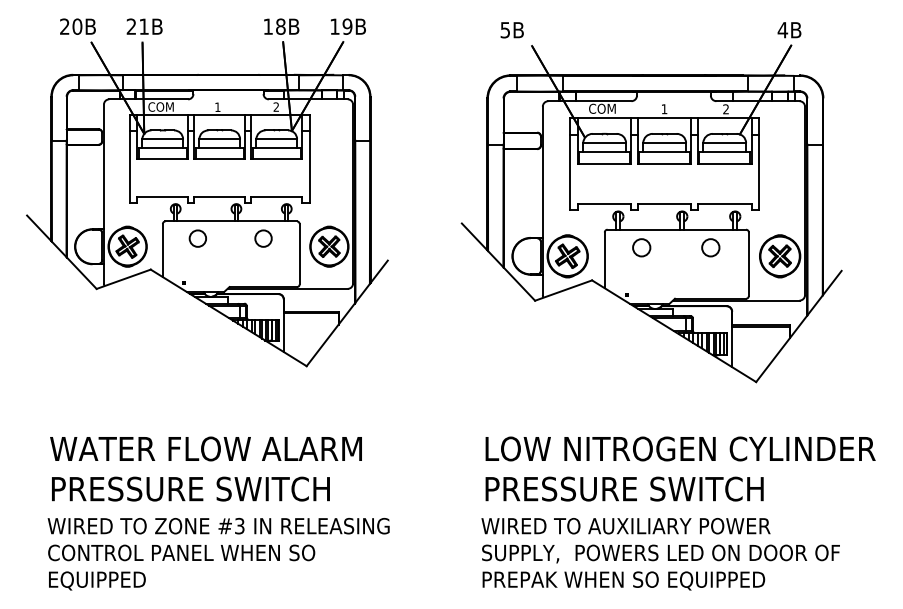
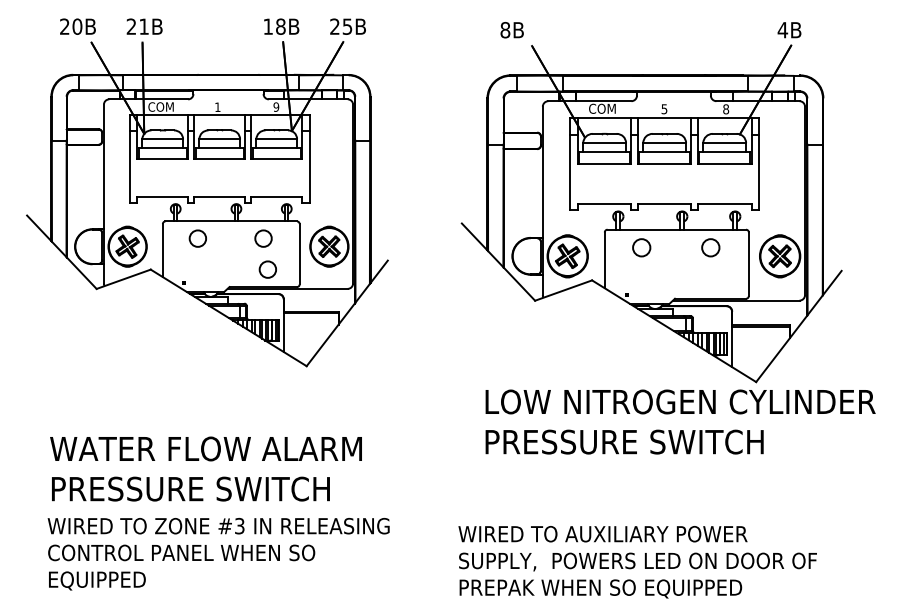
text at (341, 26): 19B -> 25B
text at (505, 29): 5B -> 8B
text at (276, 106): 2 -> 9
text at (664, 109): 1 -> 5
text at (726, 109): 2 -> 8
circle at (267, 269): none -> present
text at (680, 468) position: (680, 468) -> (680, 421)
text at (660, 554) position: (660, 554) -> (637, 562)
